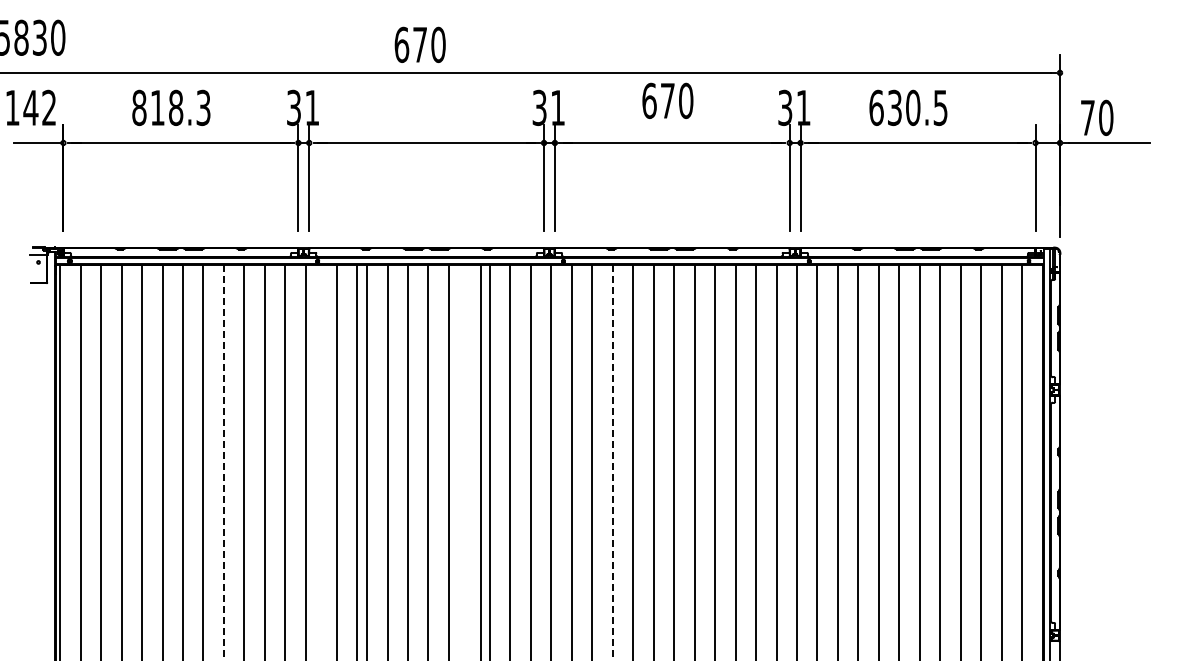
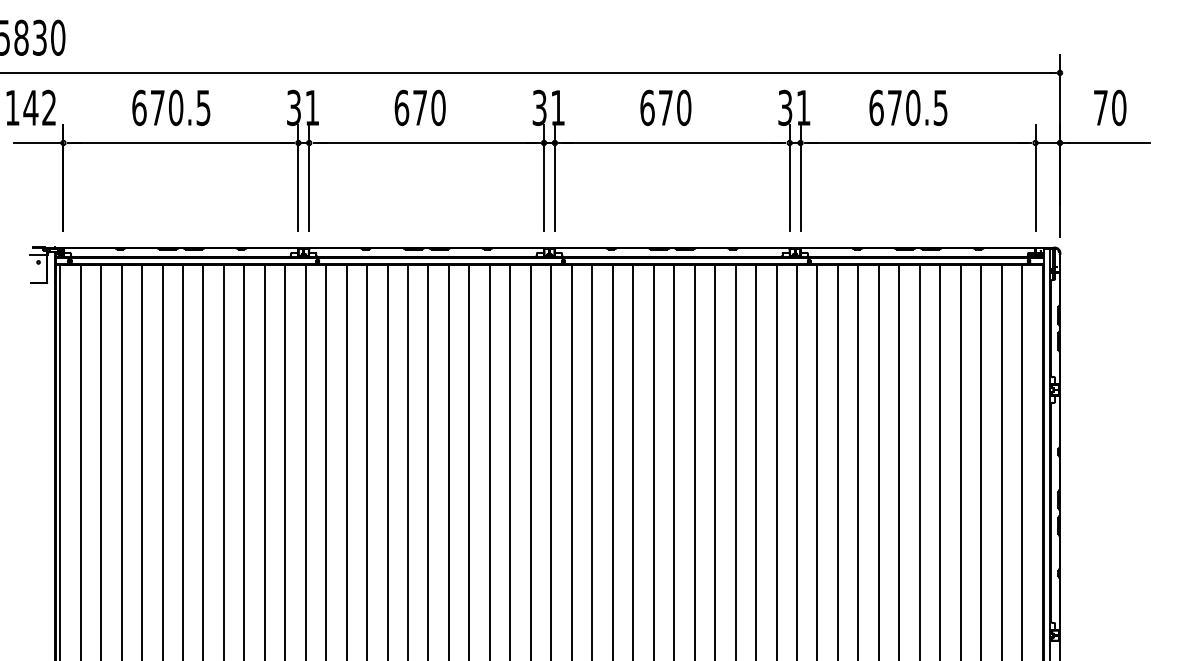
text at (419, 44) position: (419, 44) -> (419, 107)
text at (667, 100) position: (667, 100) -> (665, 107)
text at (171, 107): 818.3 -> 670.5
text at (894, 107): 630.5 -> 670.5
text at (1097, 117) position: (1097, 117) -> (1110, 107)
line at (337, 460) position: (337, 460) -> (326, 460)
line at (356, 460) position: (356, 460) -> (346, 460)
line at (481, 460) position: (481, 460) -> (469, 460)
line at (223, 462): dashed -> solid
line at (612, 462): dashed -> solid
